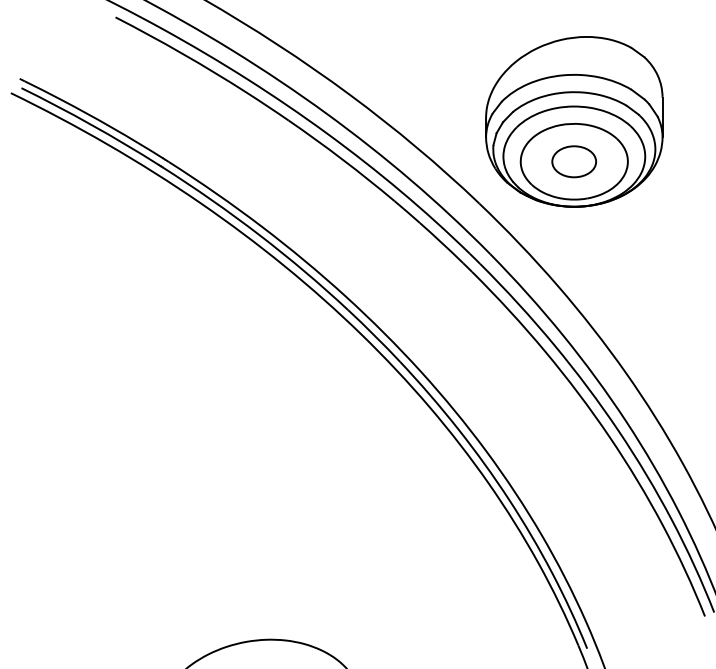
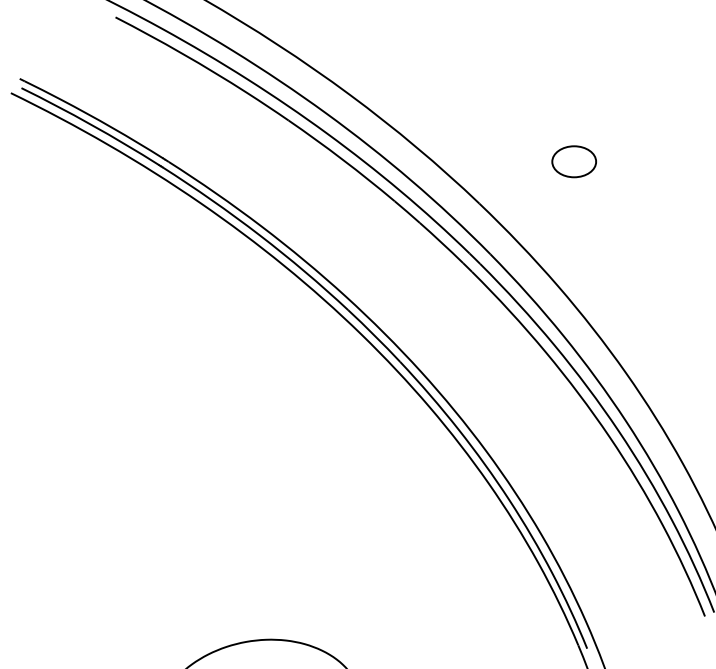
part at (574, 121): present -> none
